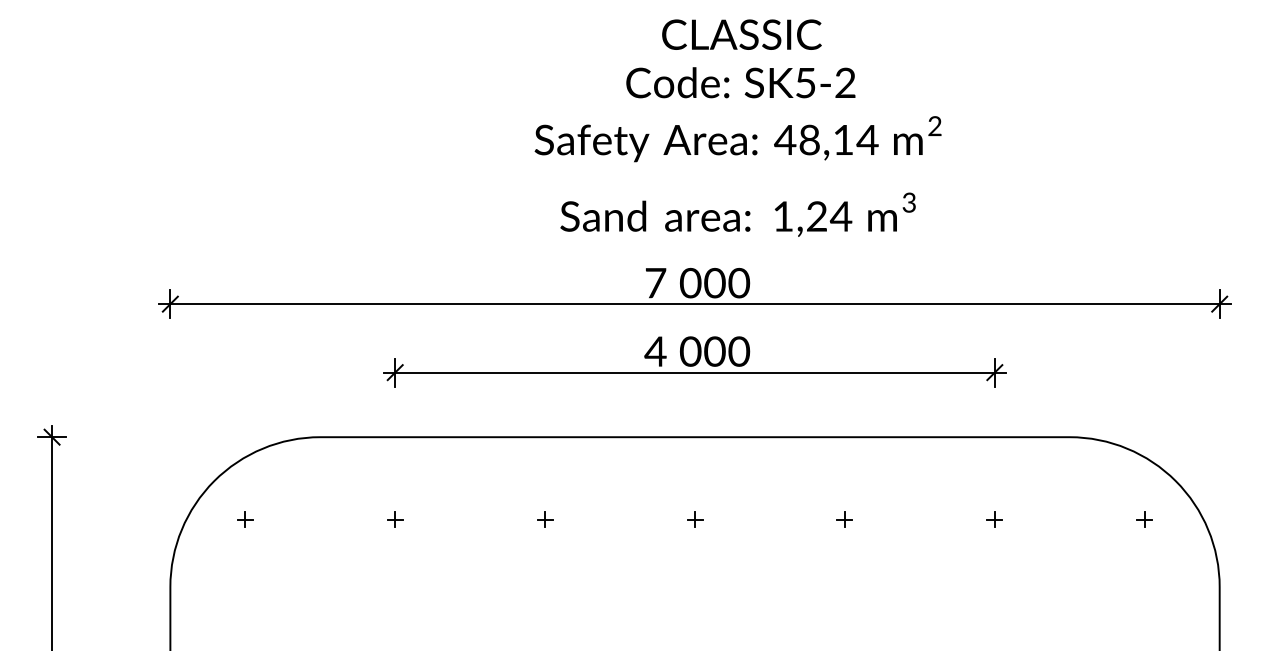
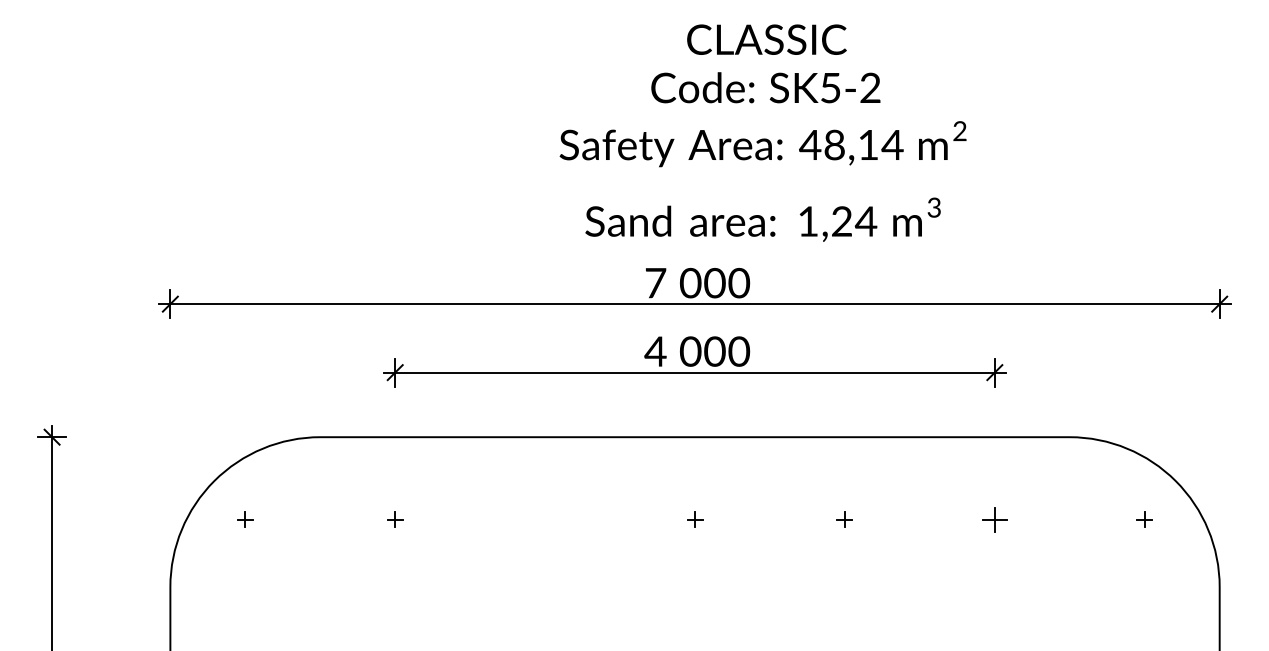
text at (737, 127) position: (737, 127) -> (762, 132)
part at (545, 519): present -> none
part at (994, 519) size: 17x17 px -> 26x26 px
